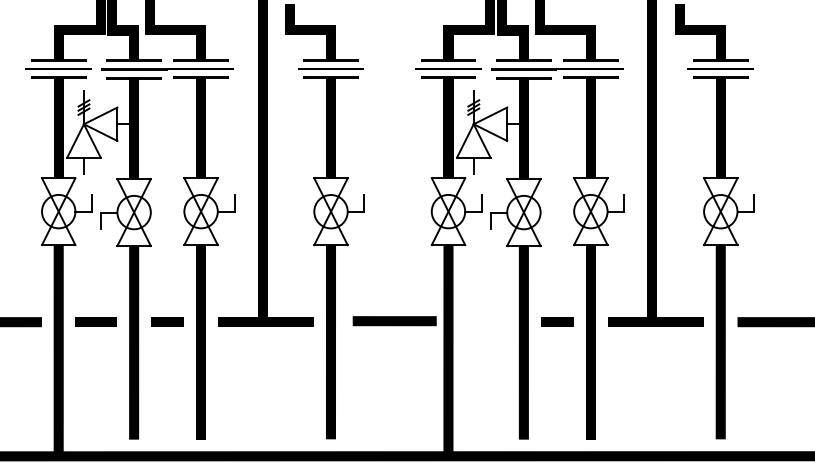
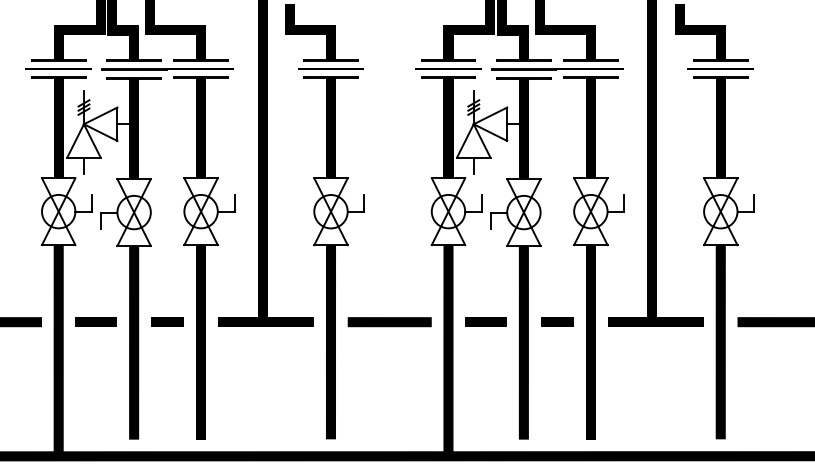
line at (394, 321) position: (394, 321) -> (389, 322)
line at (485, 321): none -> present
